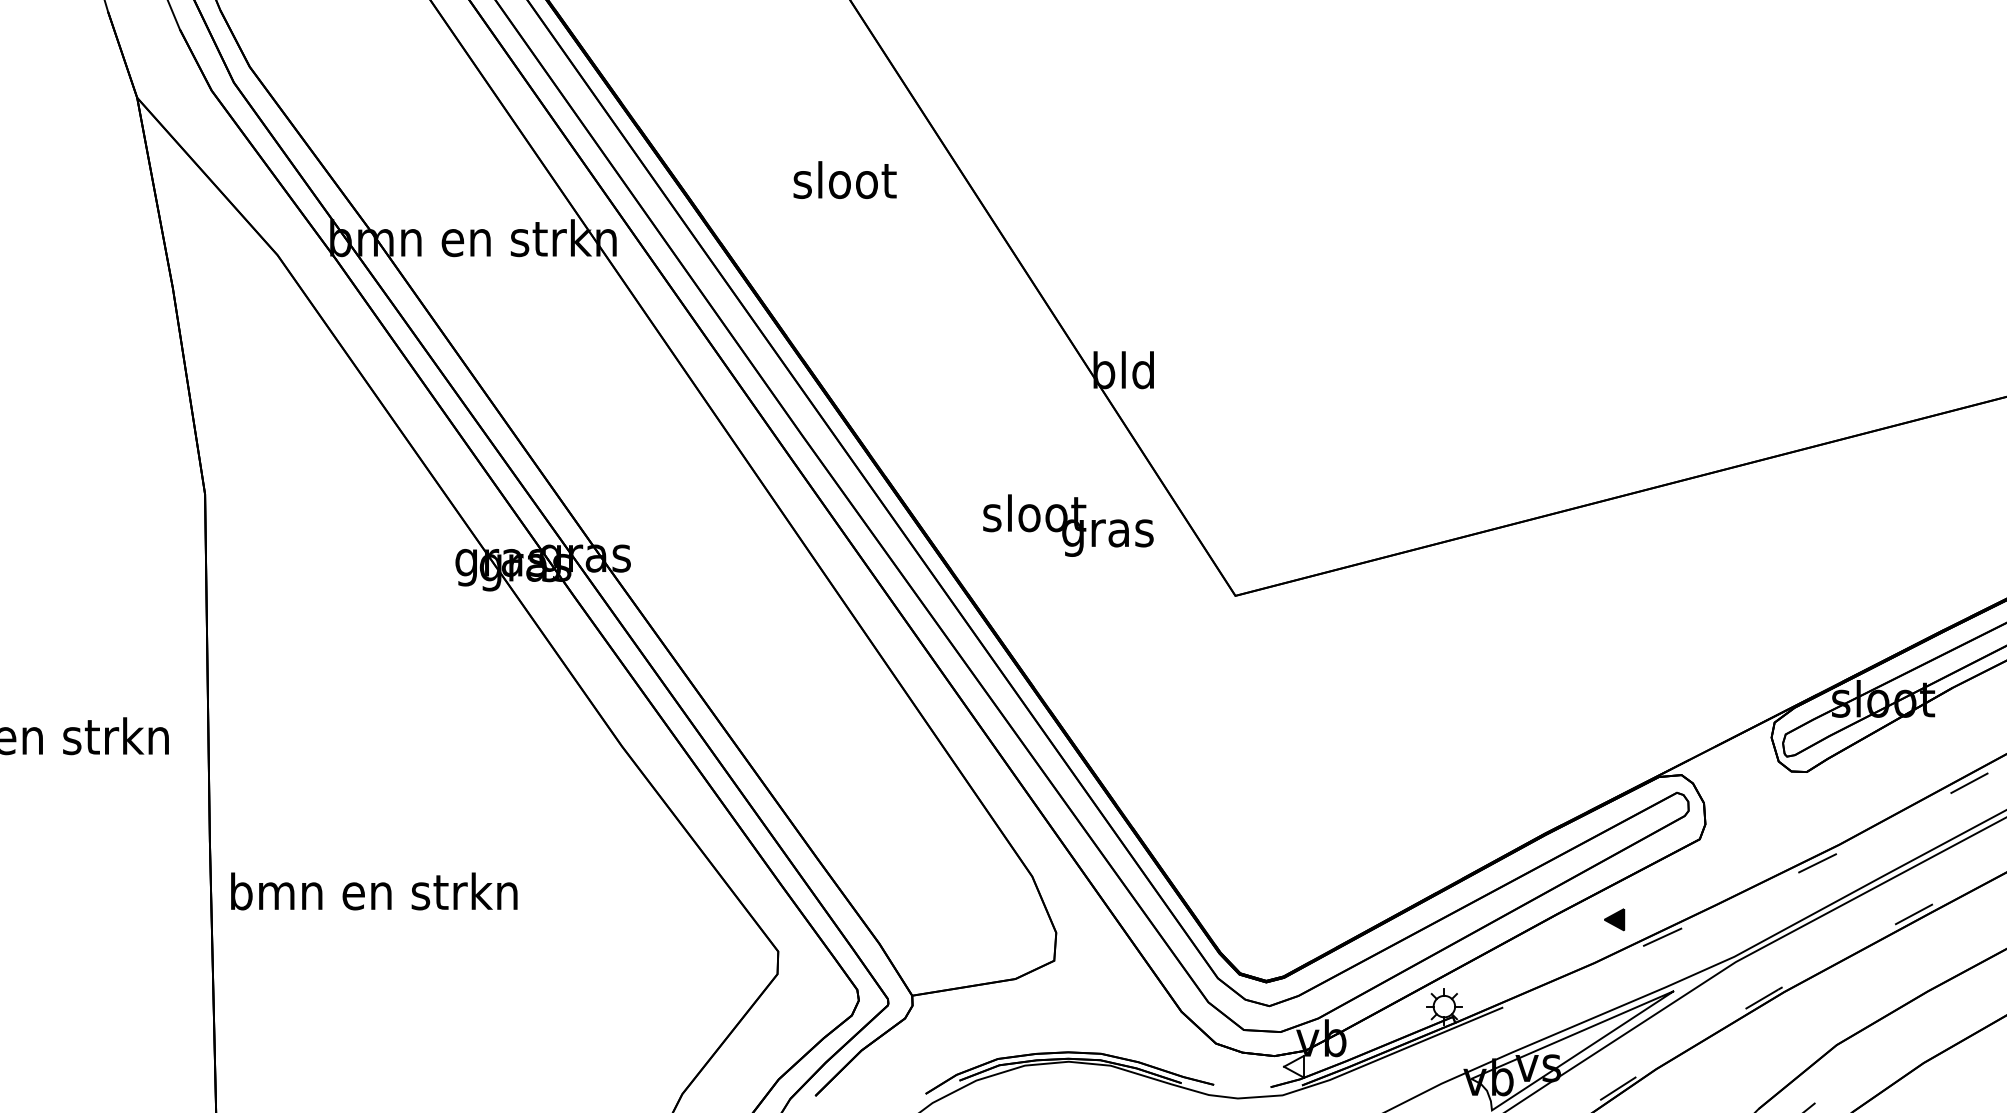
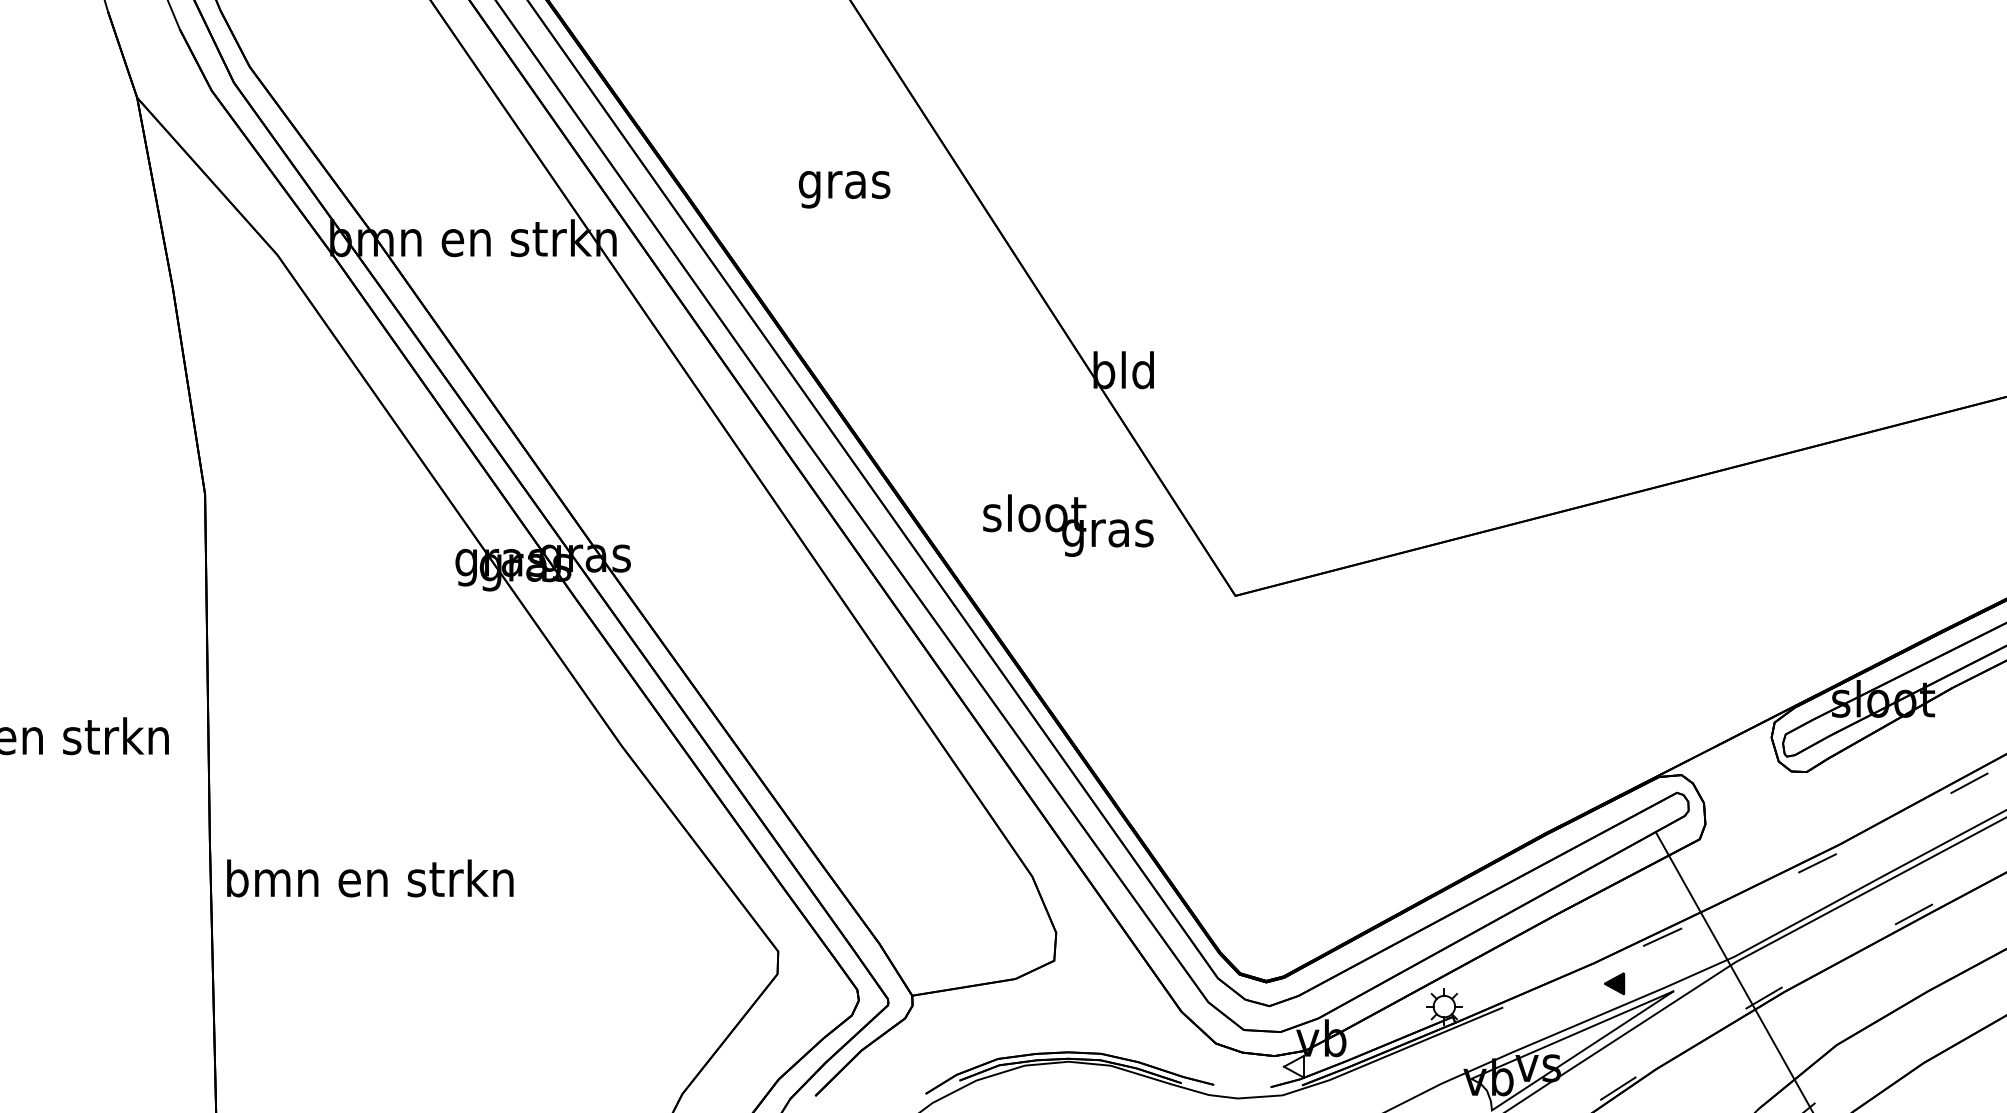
text at (844, 184): sloot -> gras
text at (374, 891) position: (374, 891) -> (370, 878)
part at (1614, 919) position: (1614, 919) -> (1614, 983)
line at (1733, 970): none -> present
